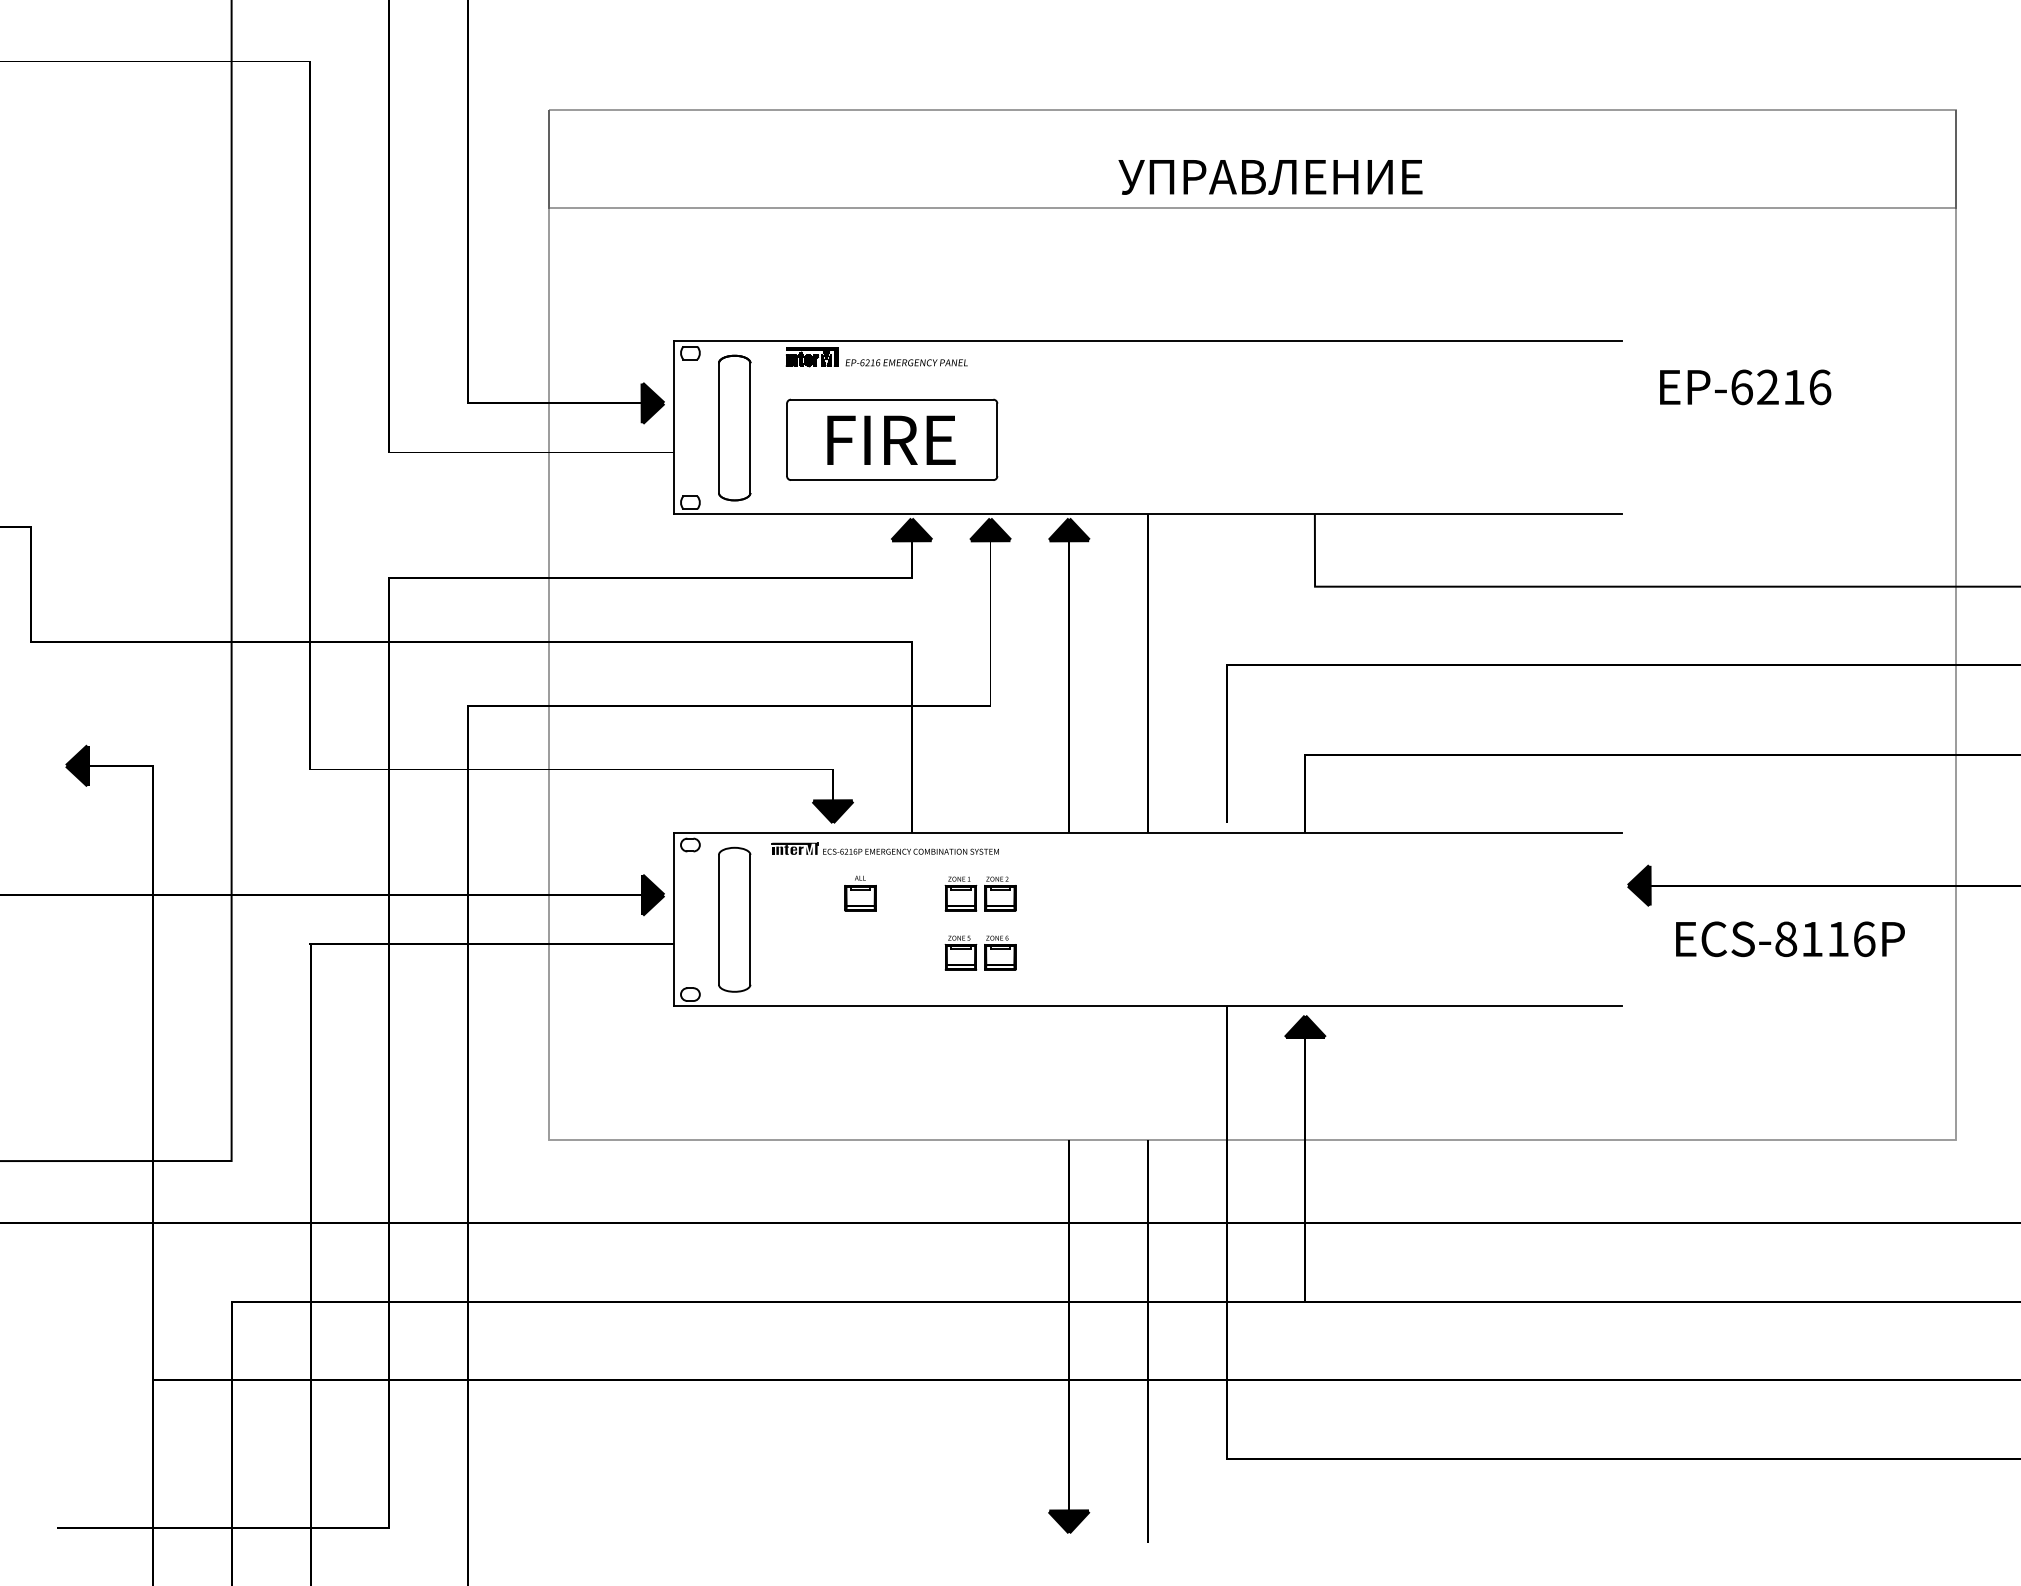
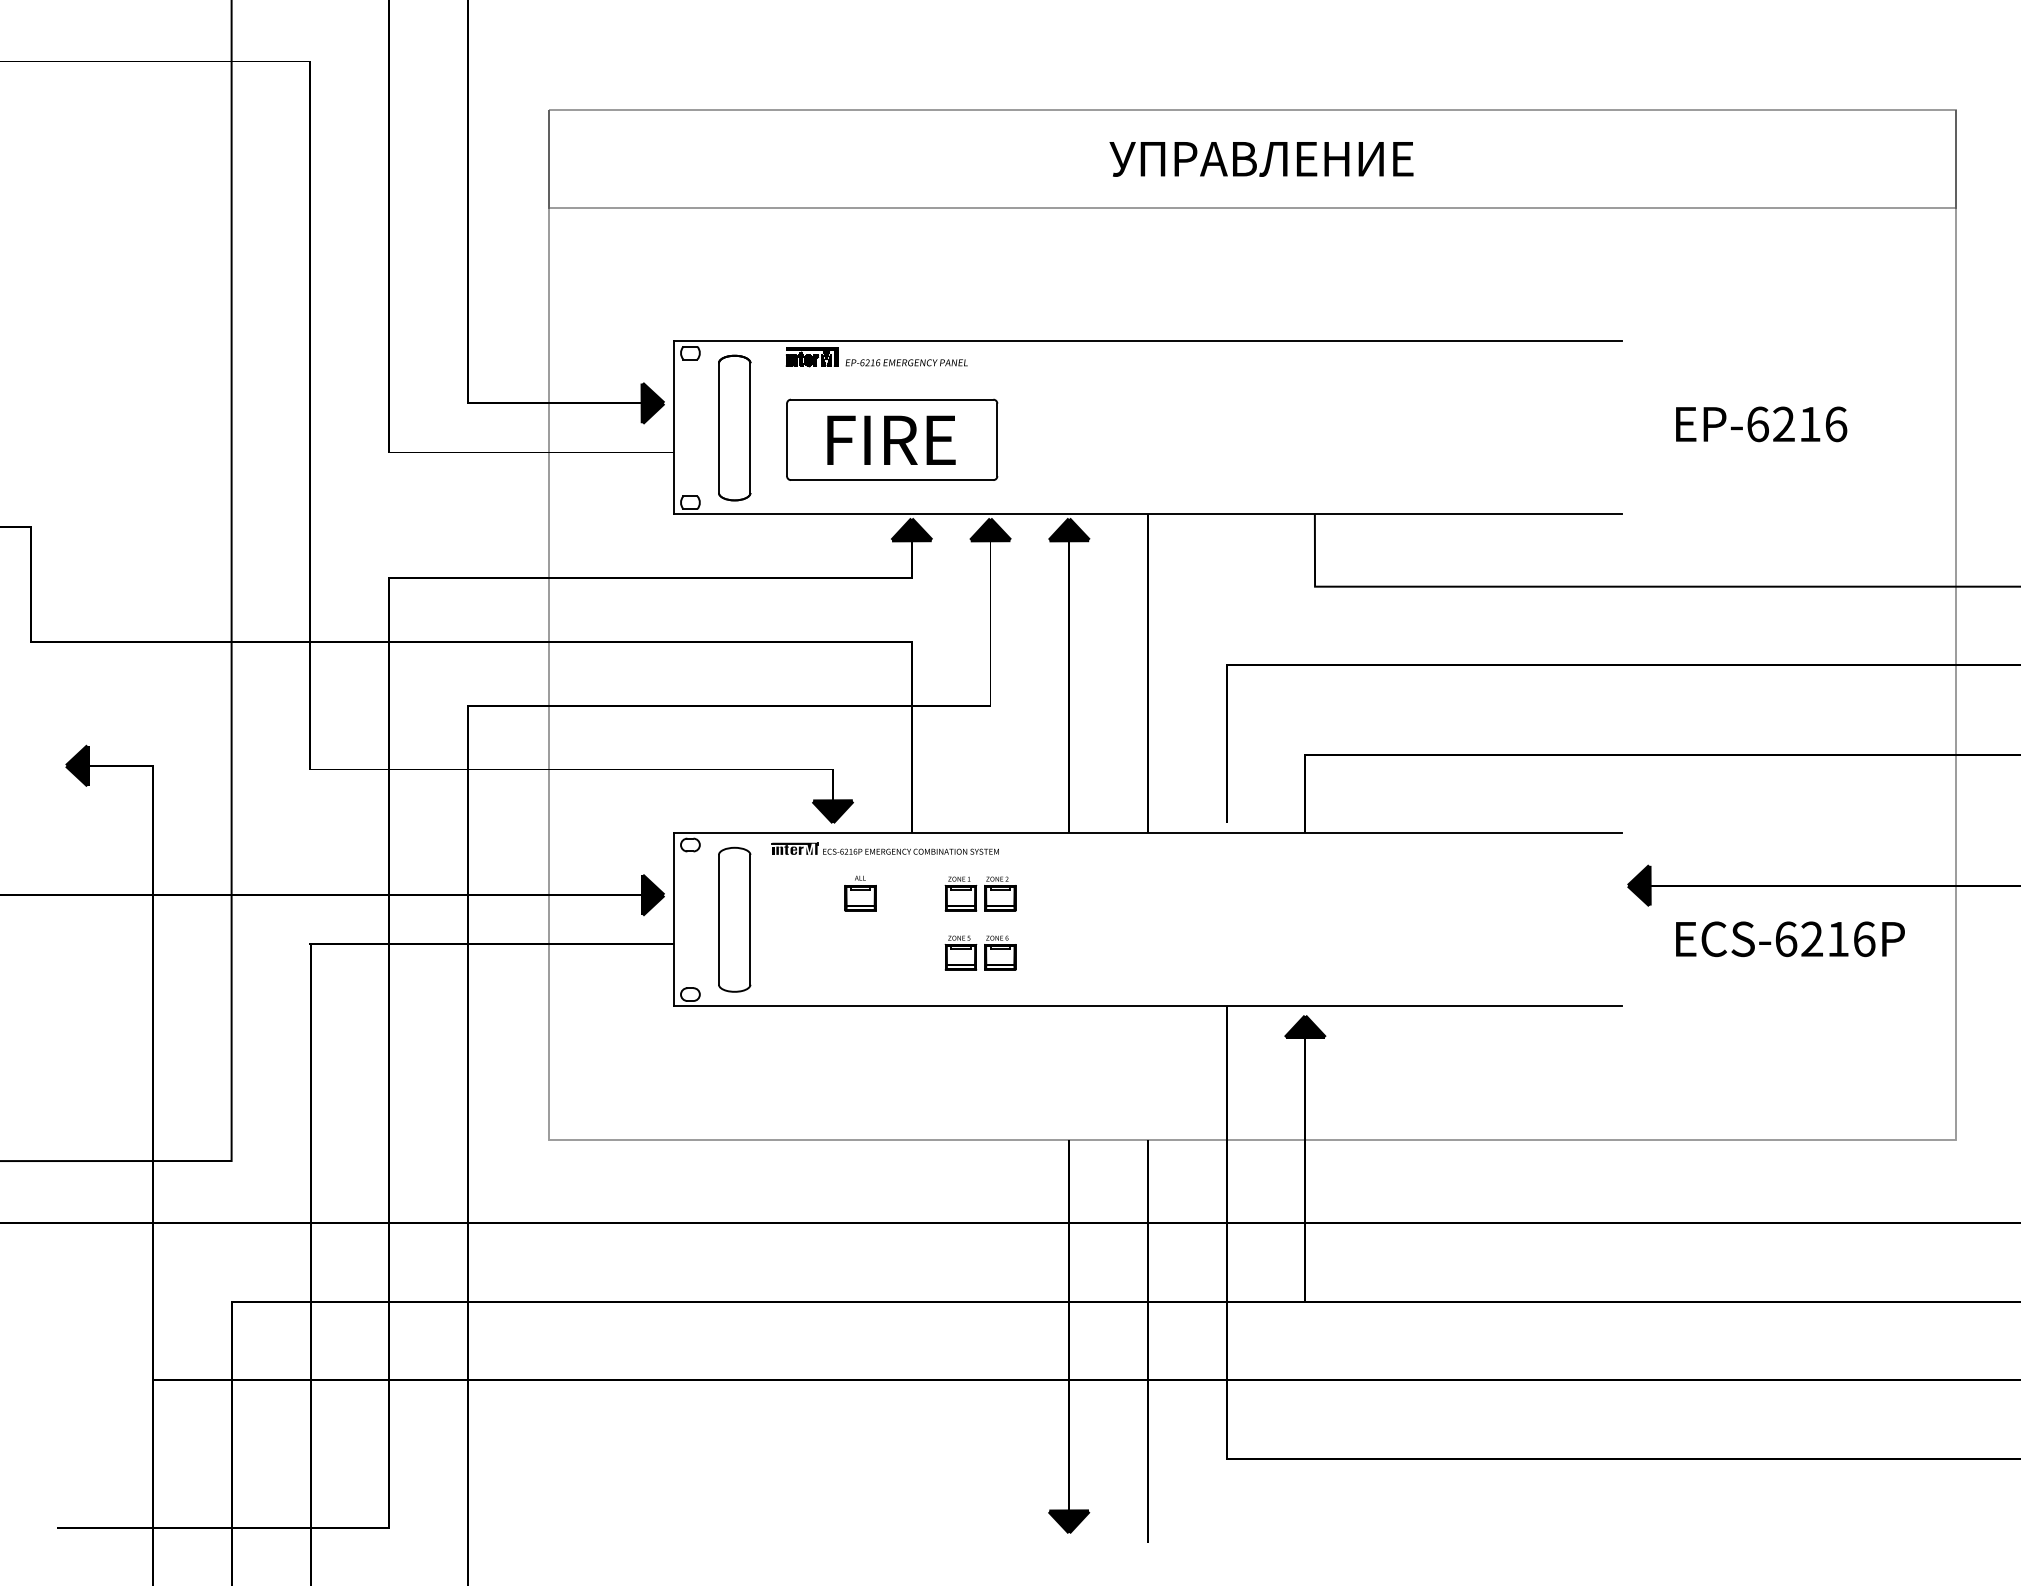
text at (1270, 177) position: (1270, 177) -> (1261, 159)
text at (1745, 387) position: (1745, 387) -> (1761, 424)
text at (1798, 938): ECS-8116P -> ECS-6216P
